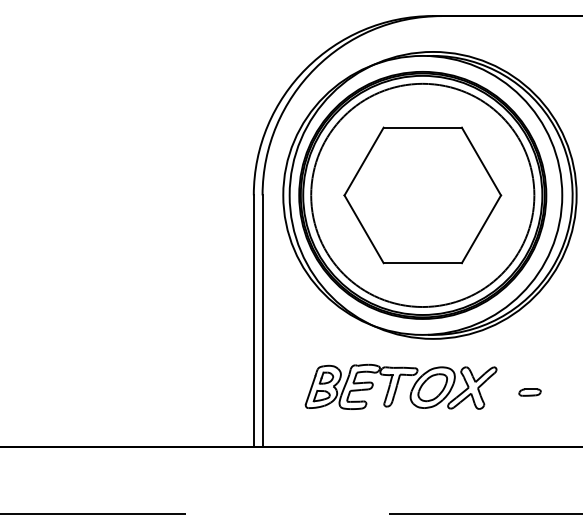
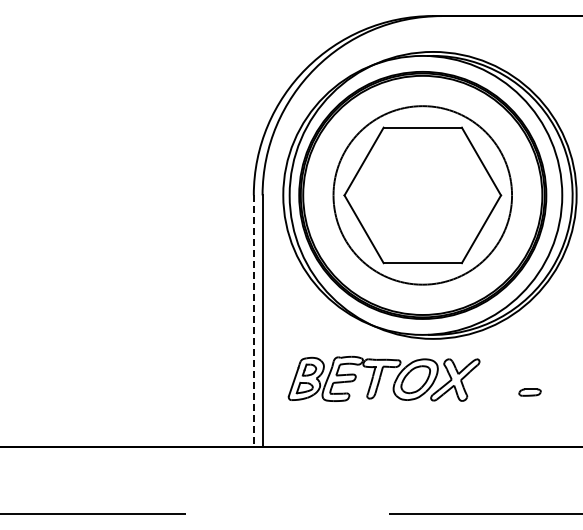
circle at (422, 195) diameter: 223 px -> 179 px
line at (253, 320): solid -> dashed
part at (400, 386) position: (400, 386) -> (383, 378)
